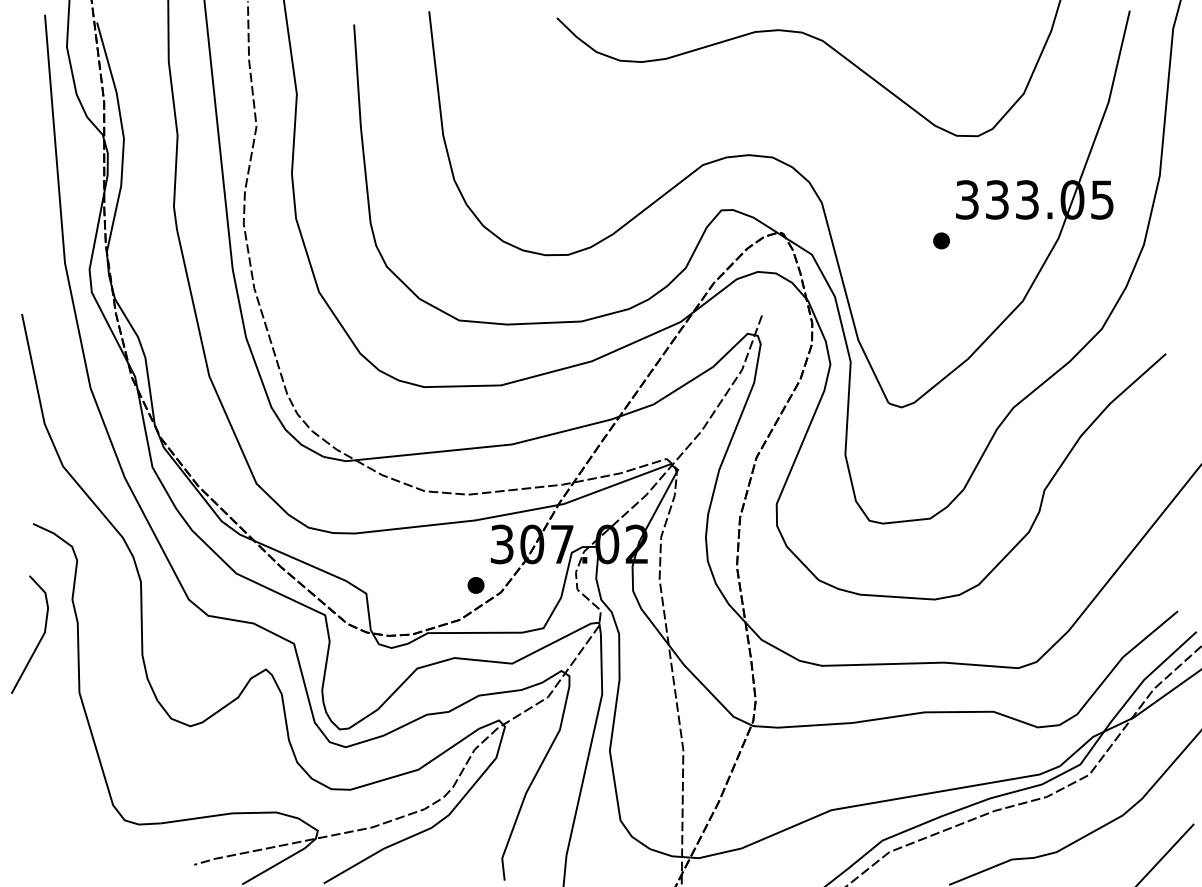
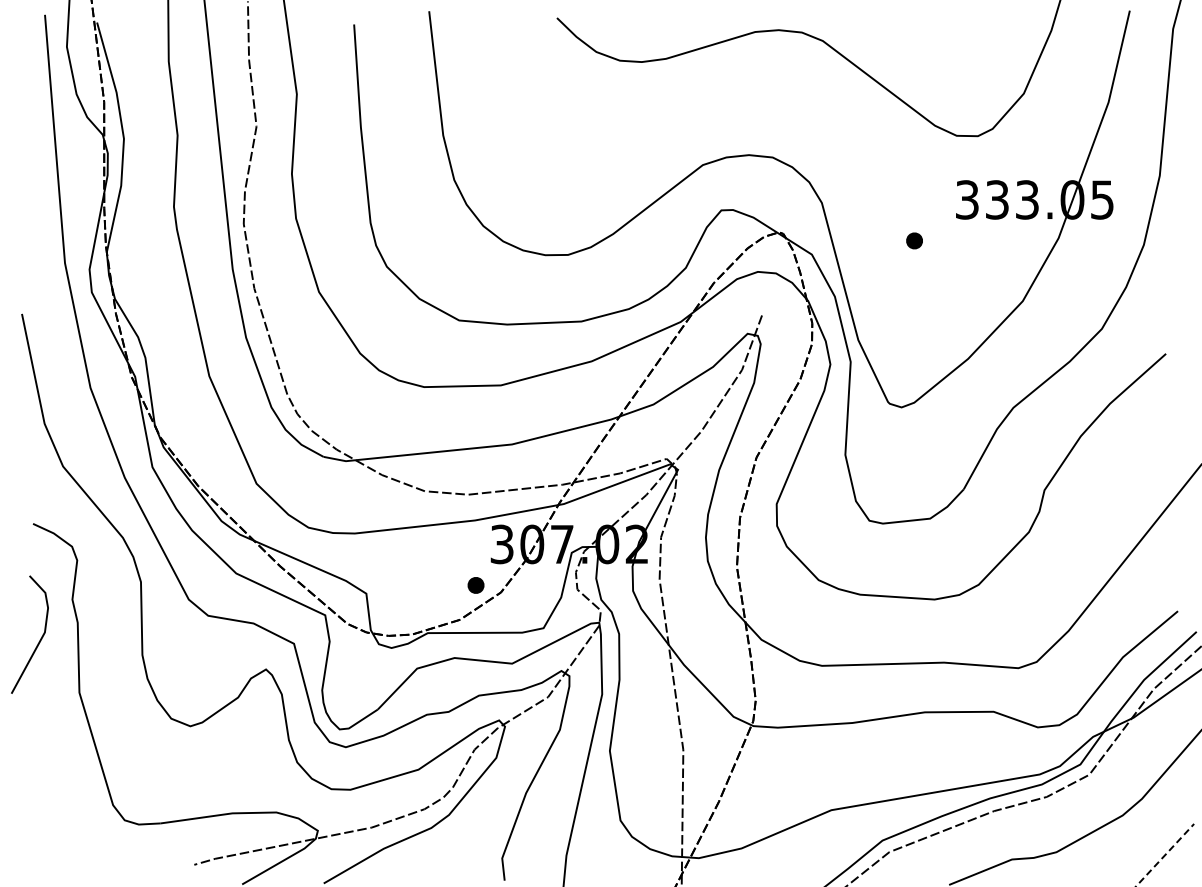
part at (941, 240) position: (941, 240) -> (914, 240)
line at (1164, 855): solid -> dashed
